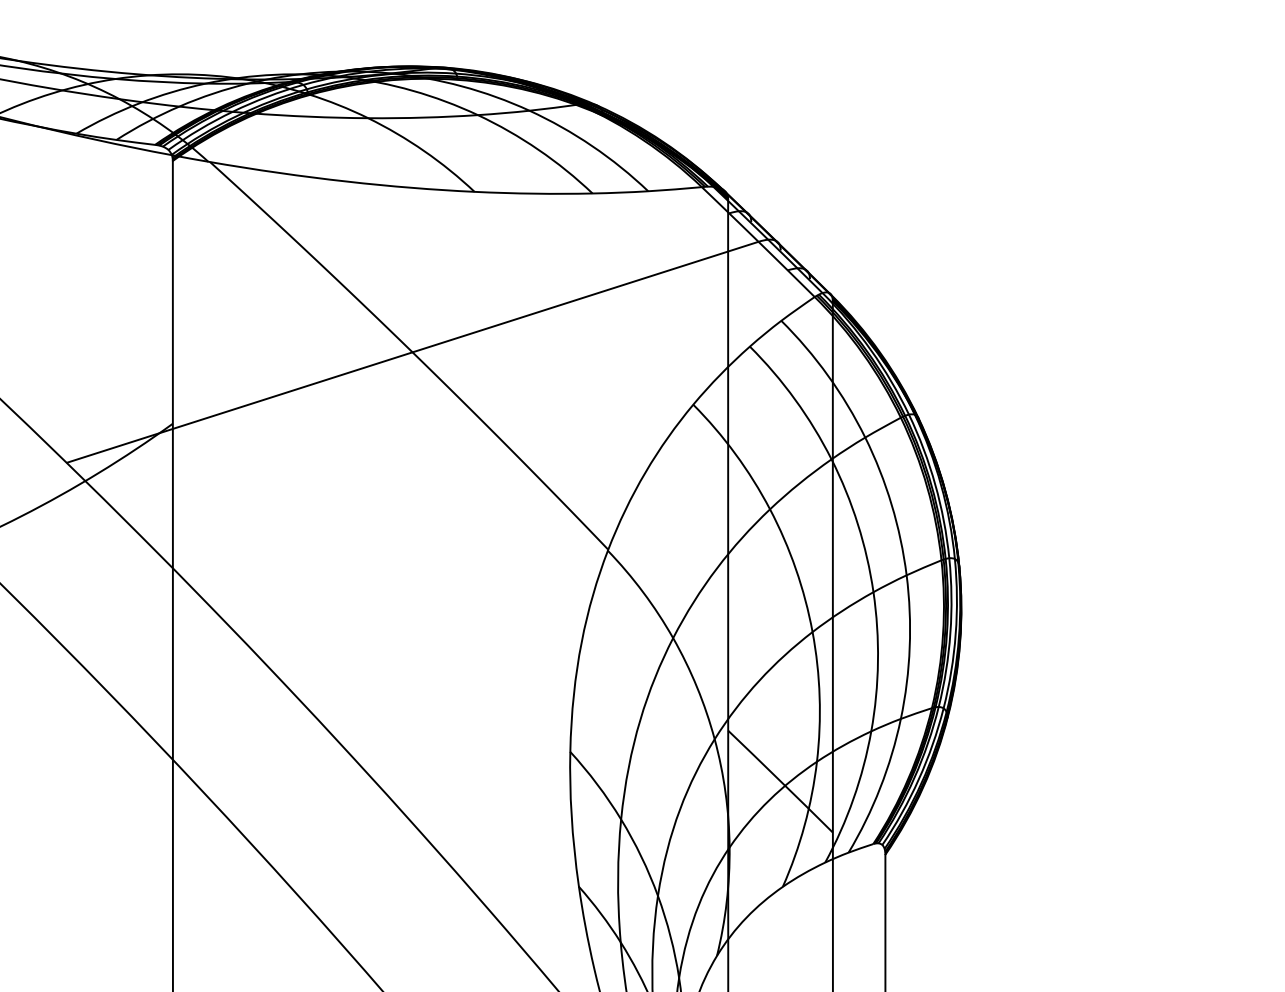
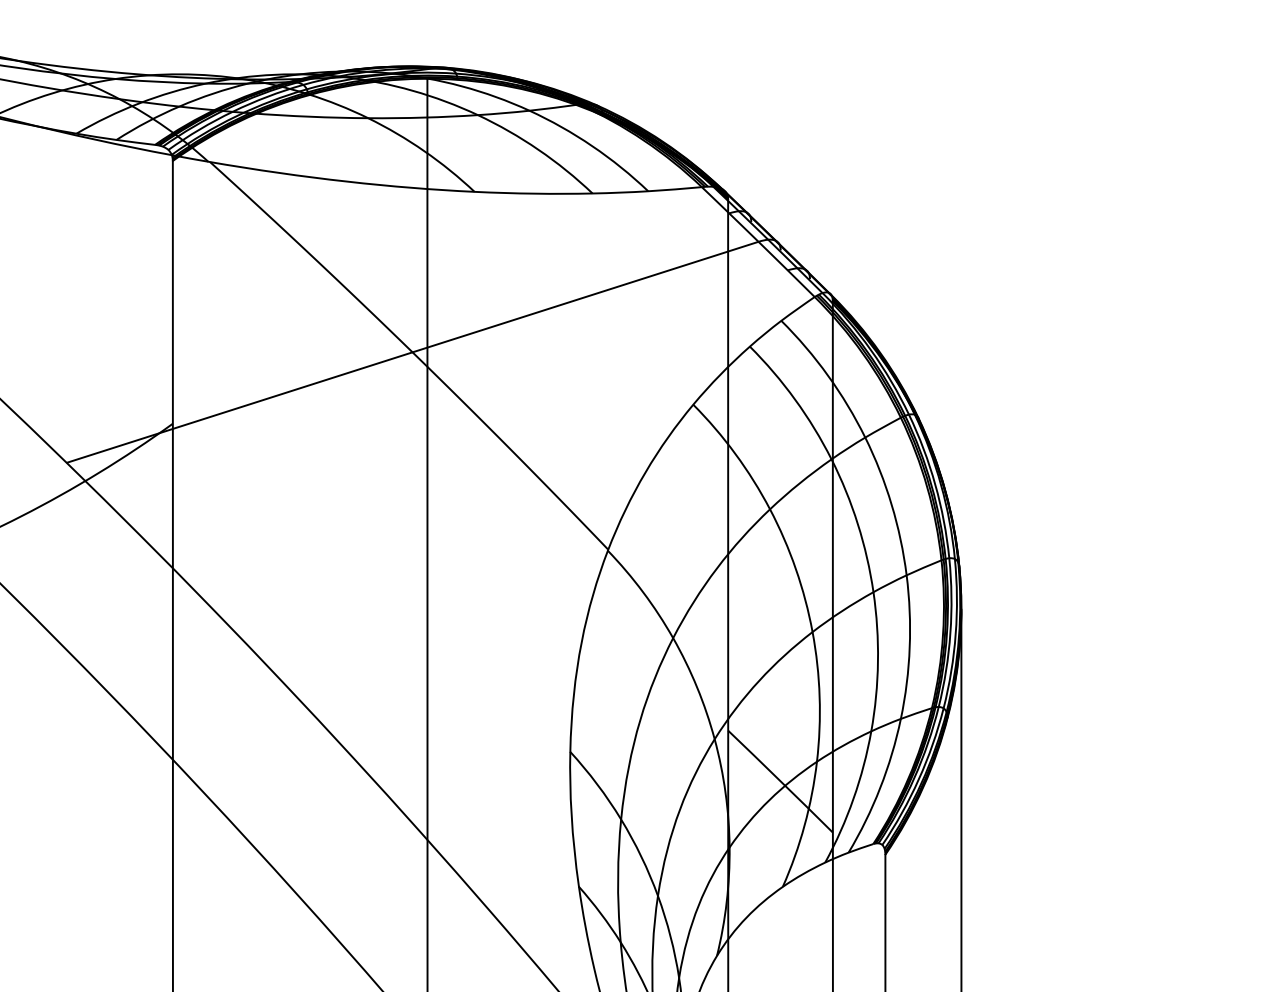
line at (427, 533): none -> present
line at (961, 798): none -> present
